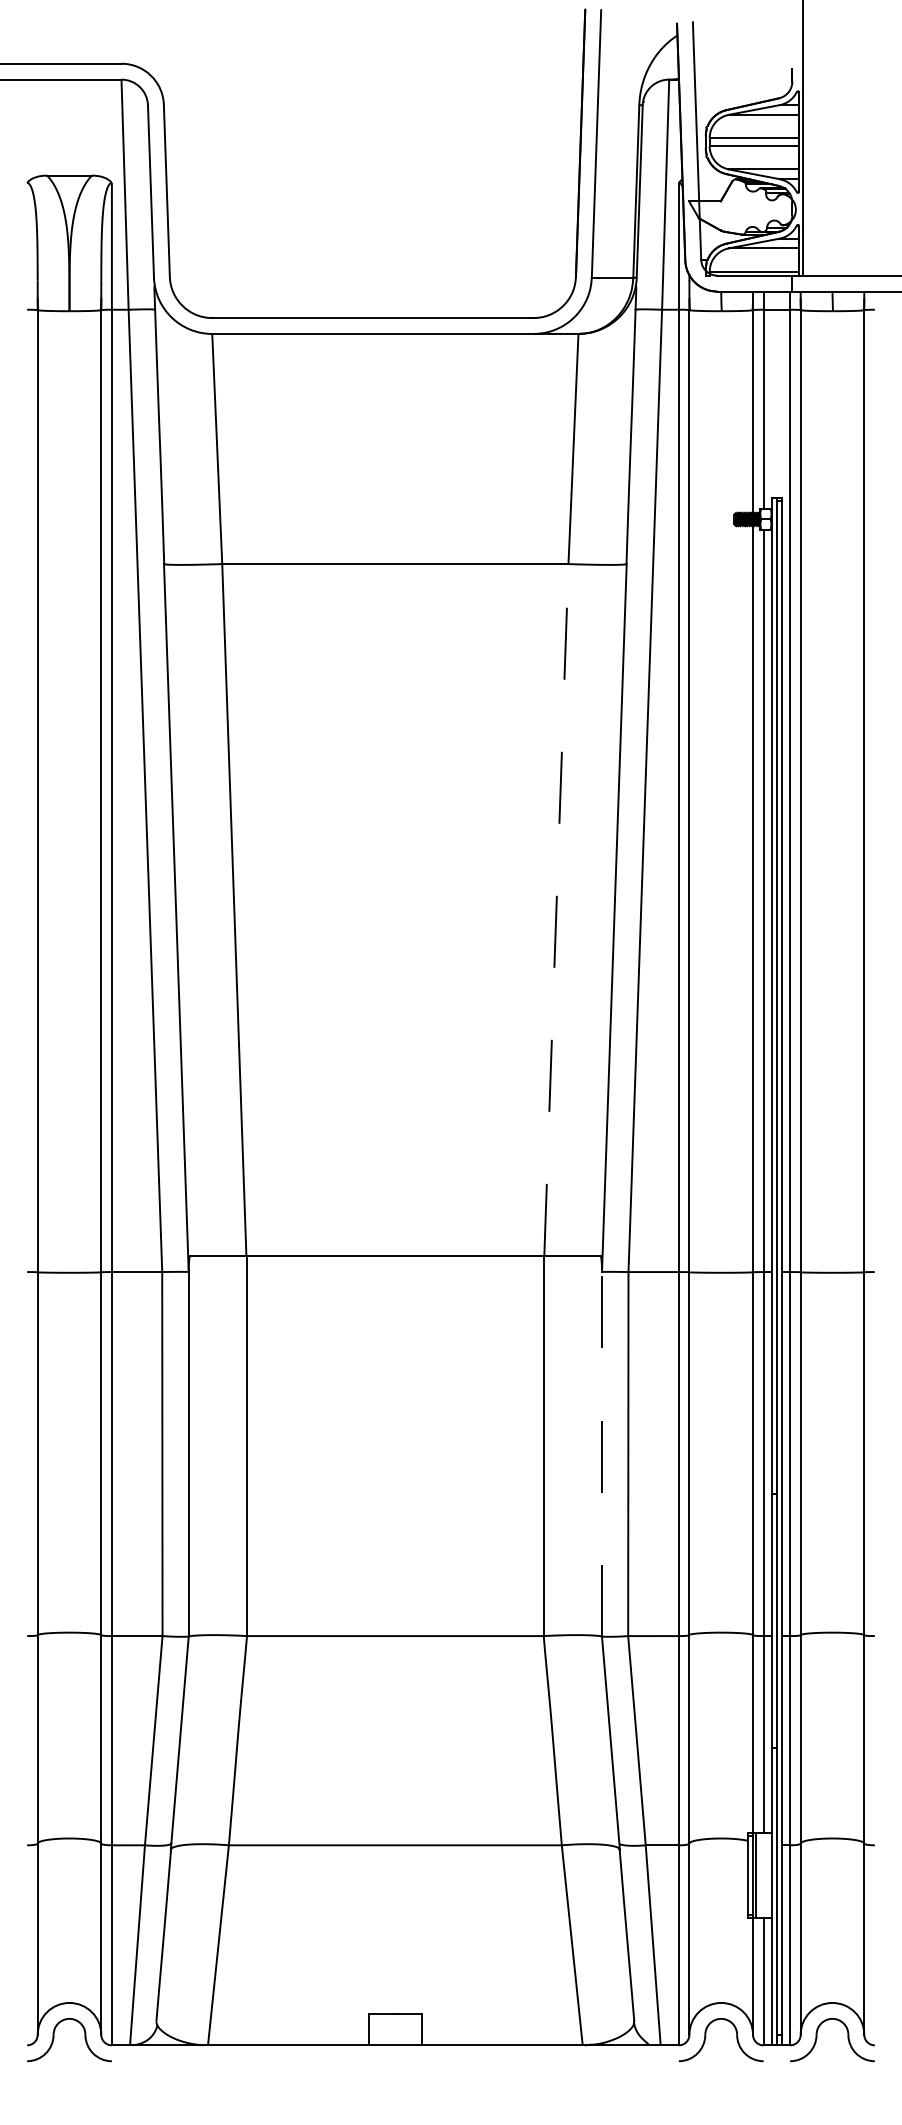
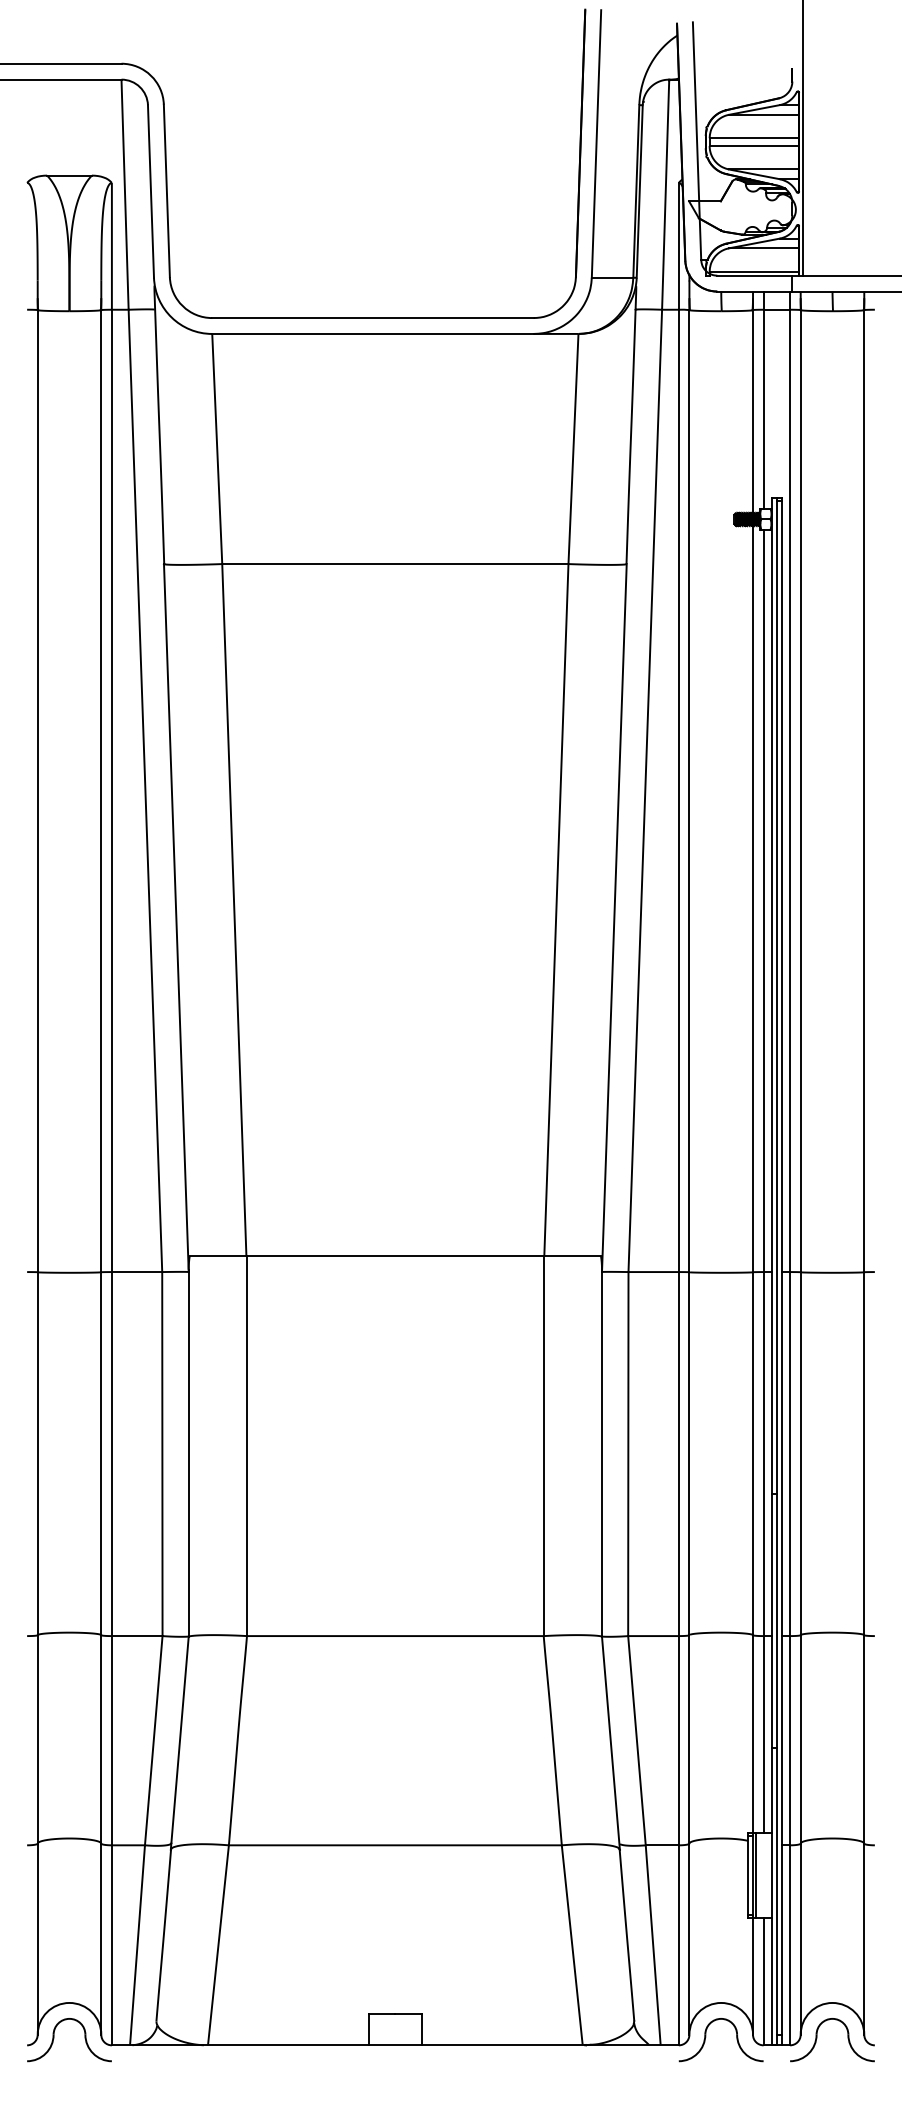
line at (556, 909): dashed -> solid
line at (602, 1452): dashed -> solid
